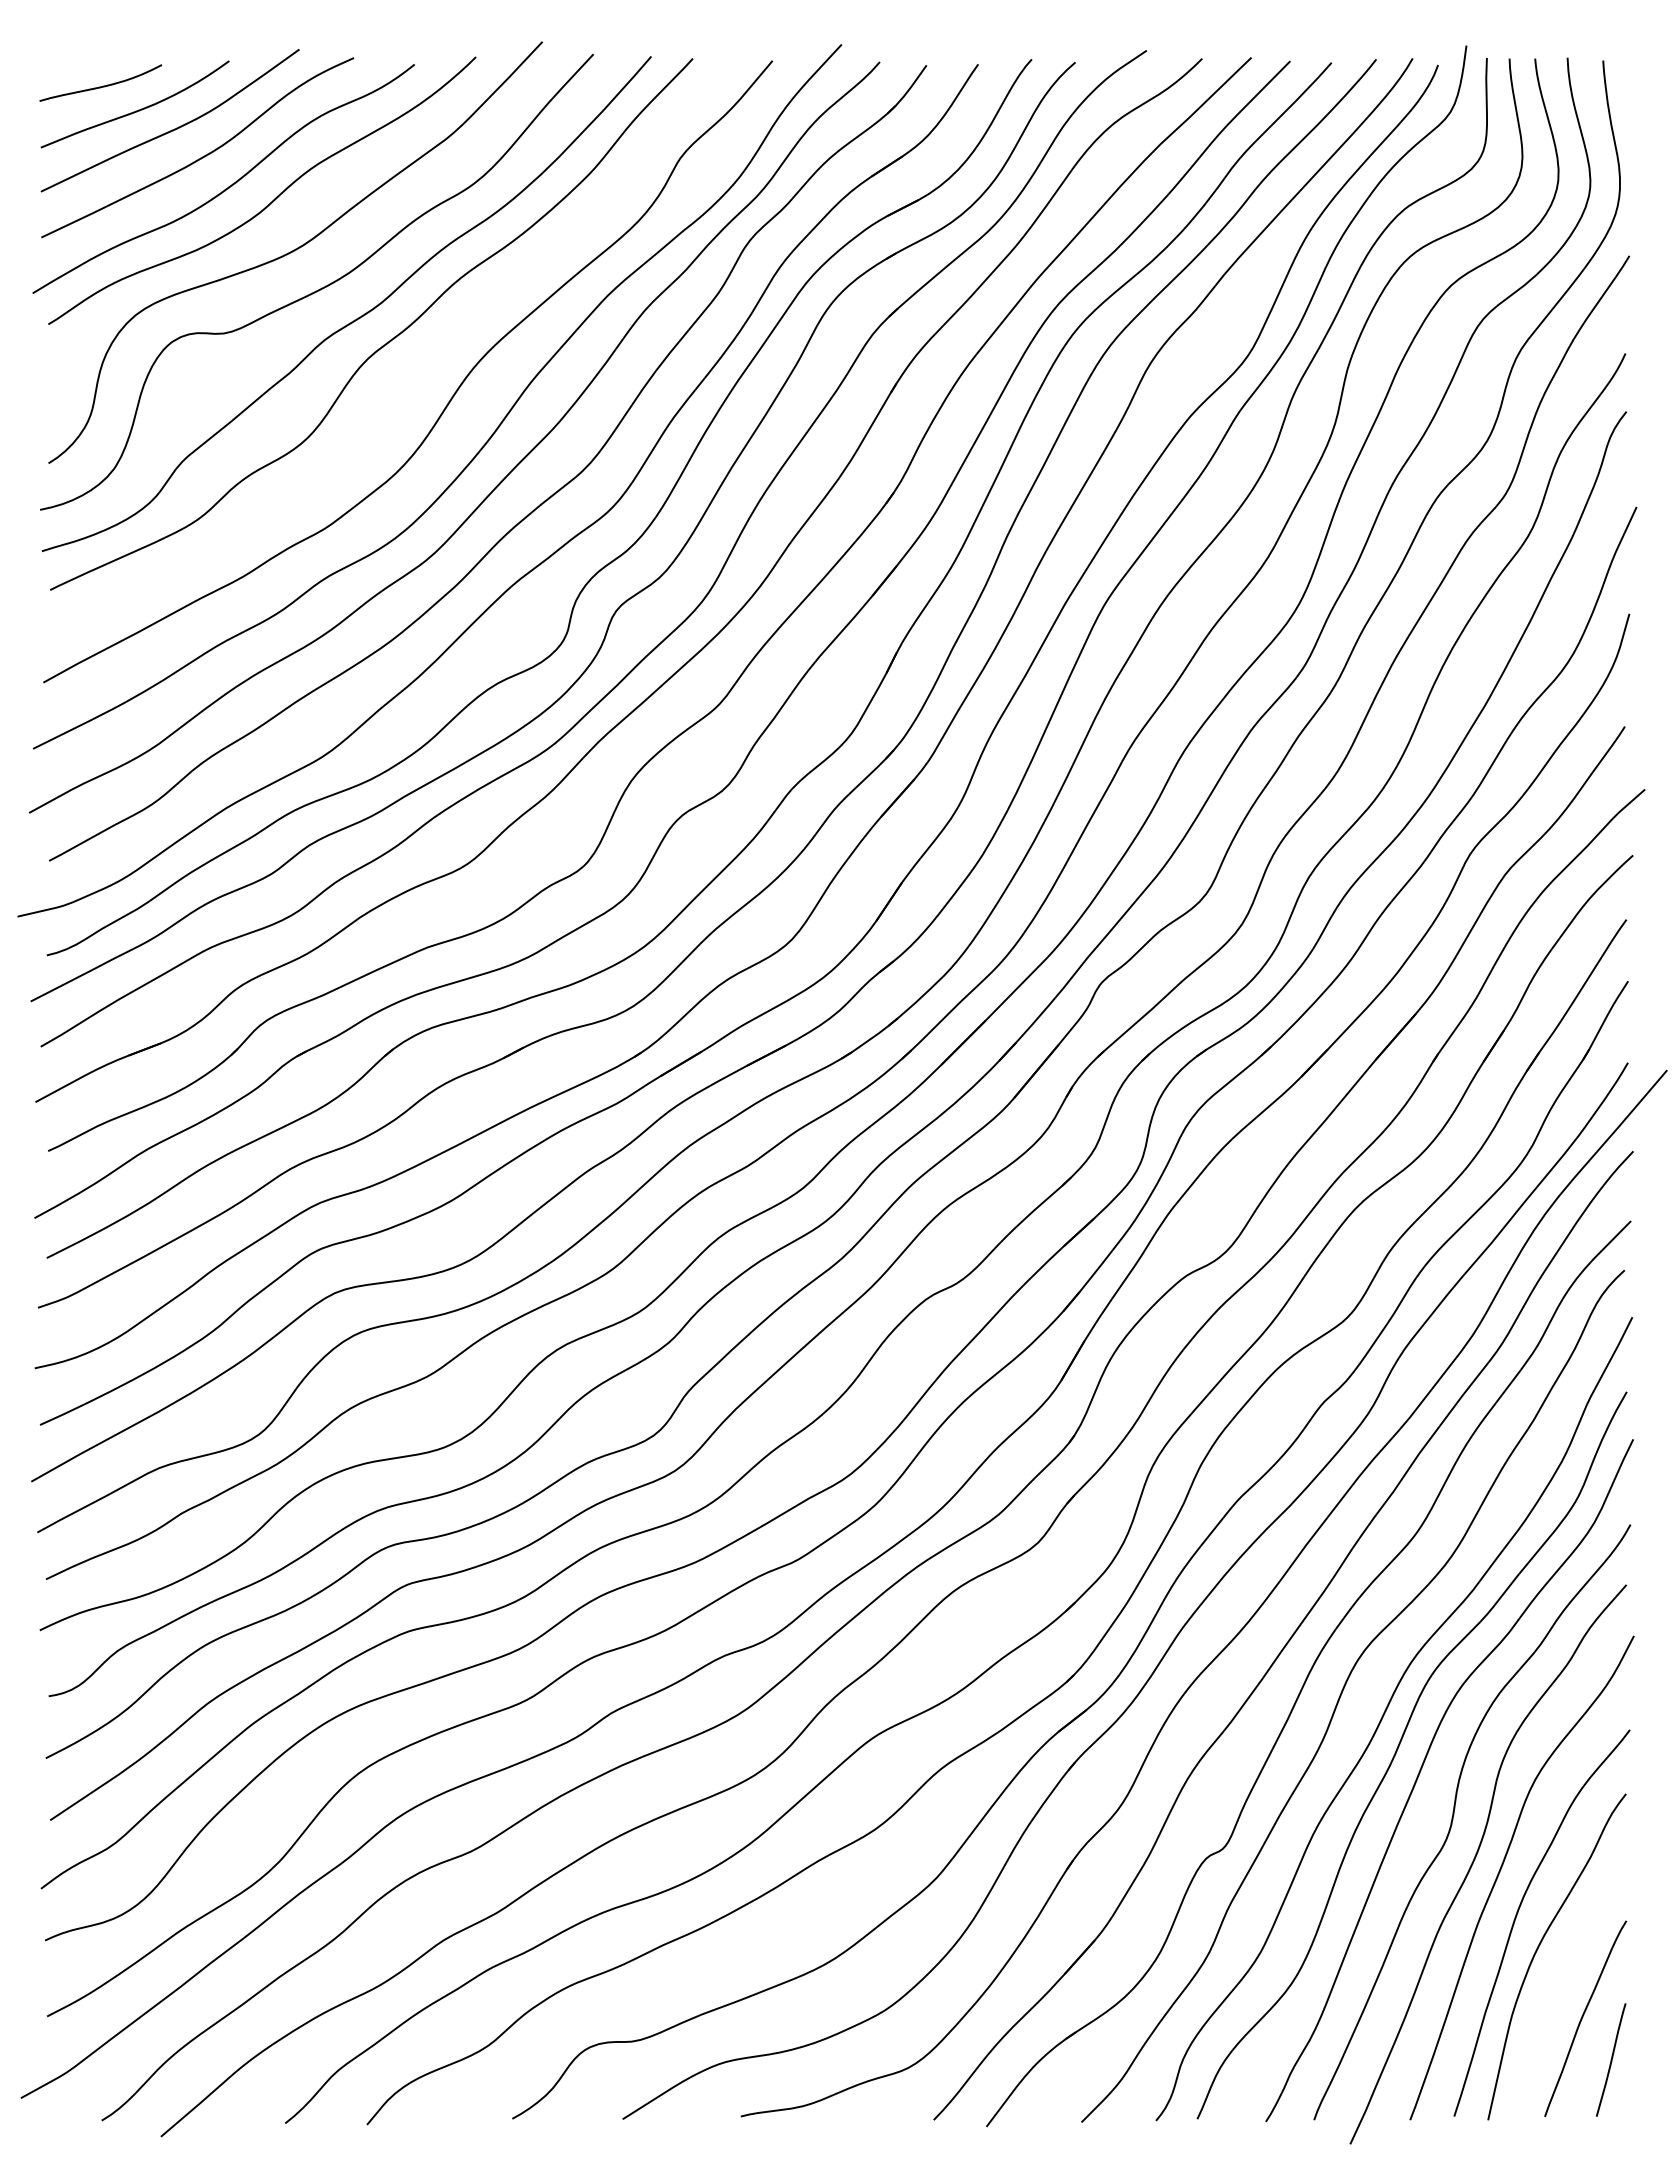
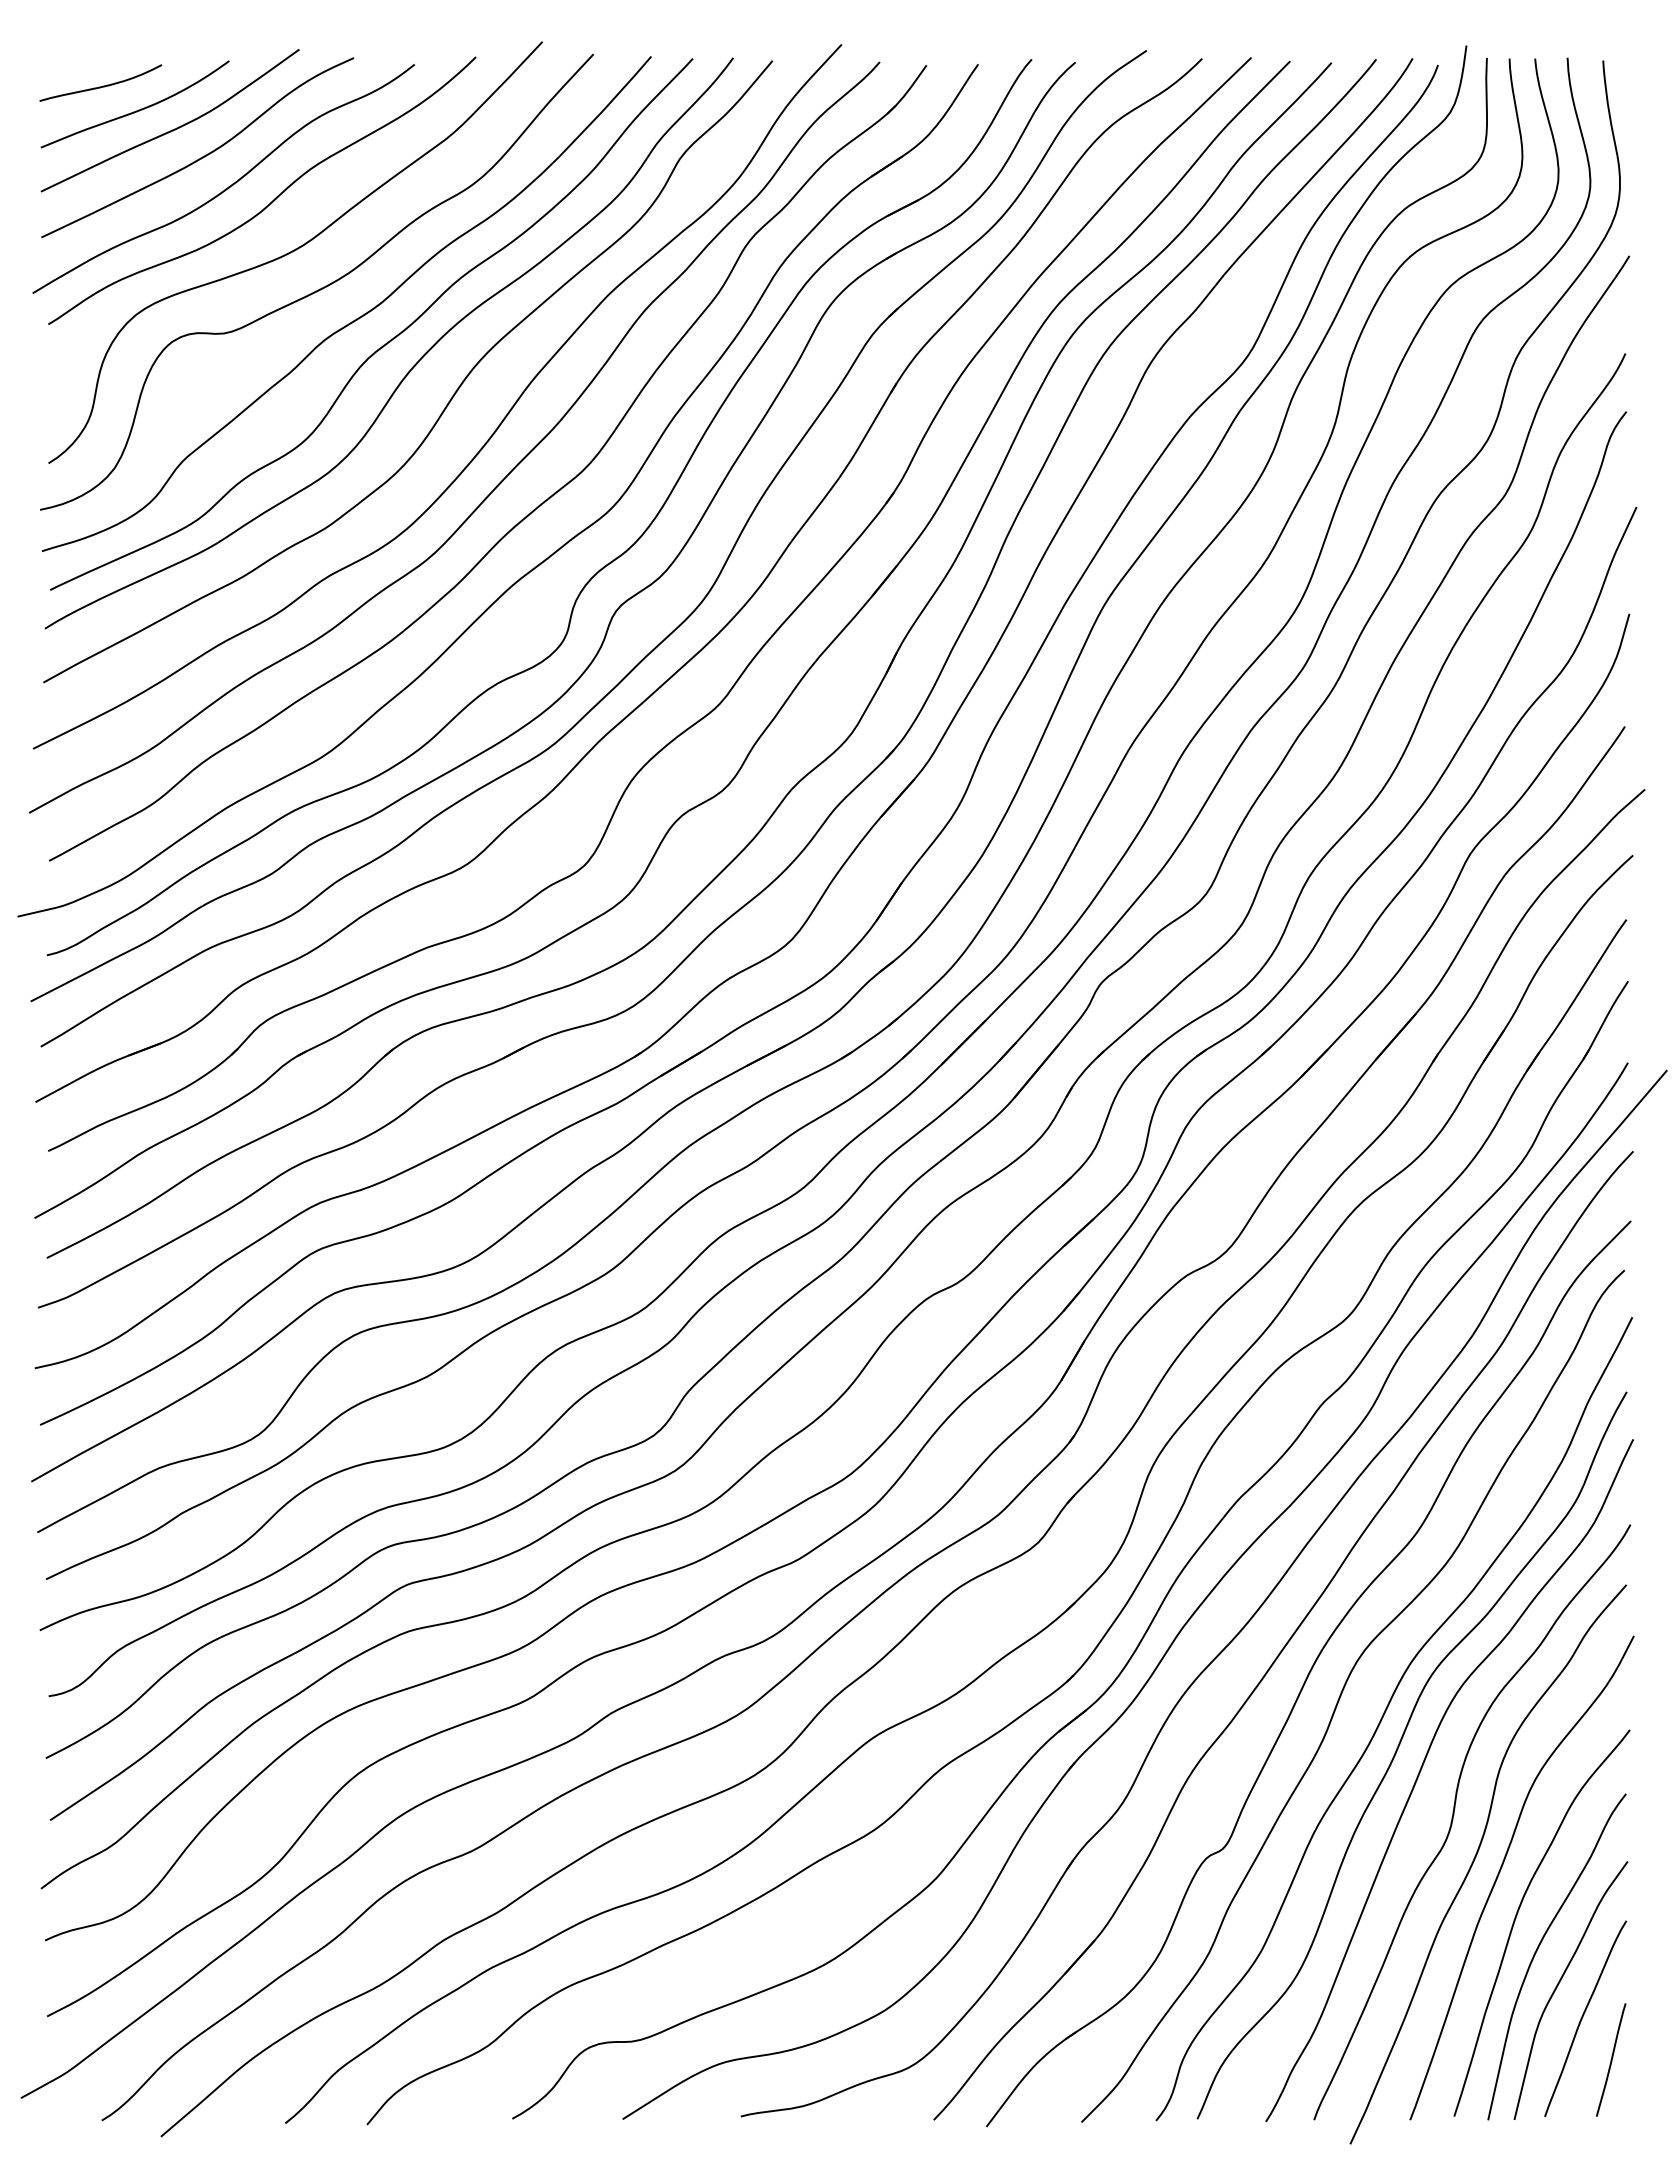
curve at (412, 366): none -> present
curve at (1559, 1984): none -> present
